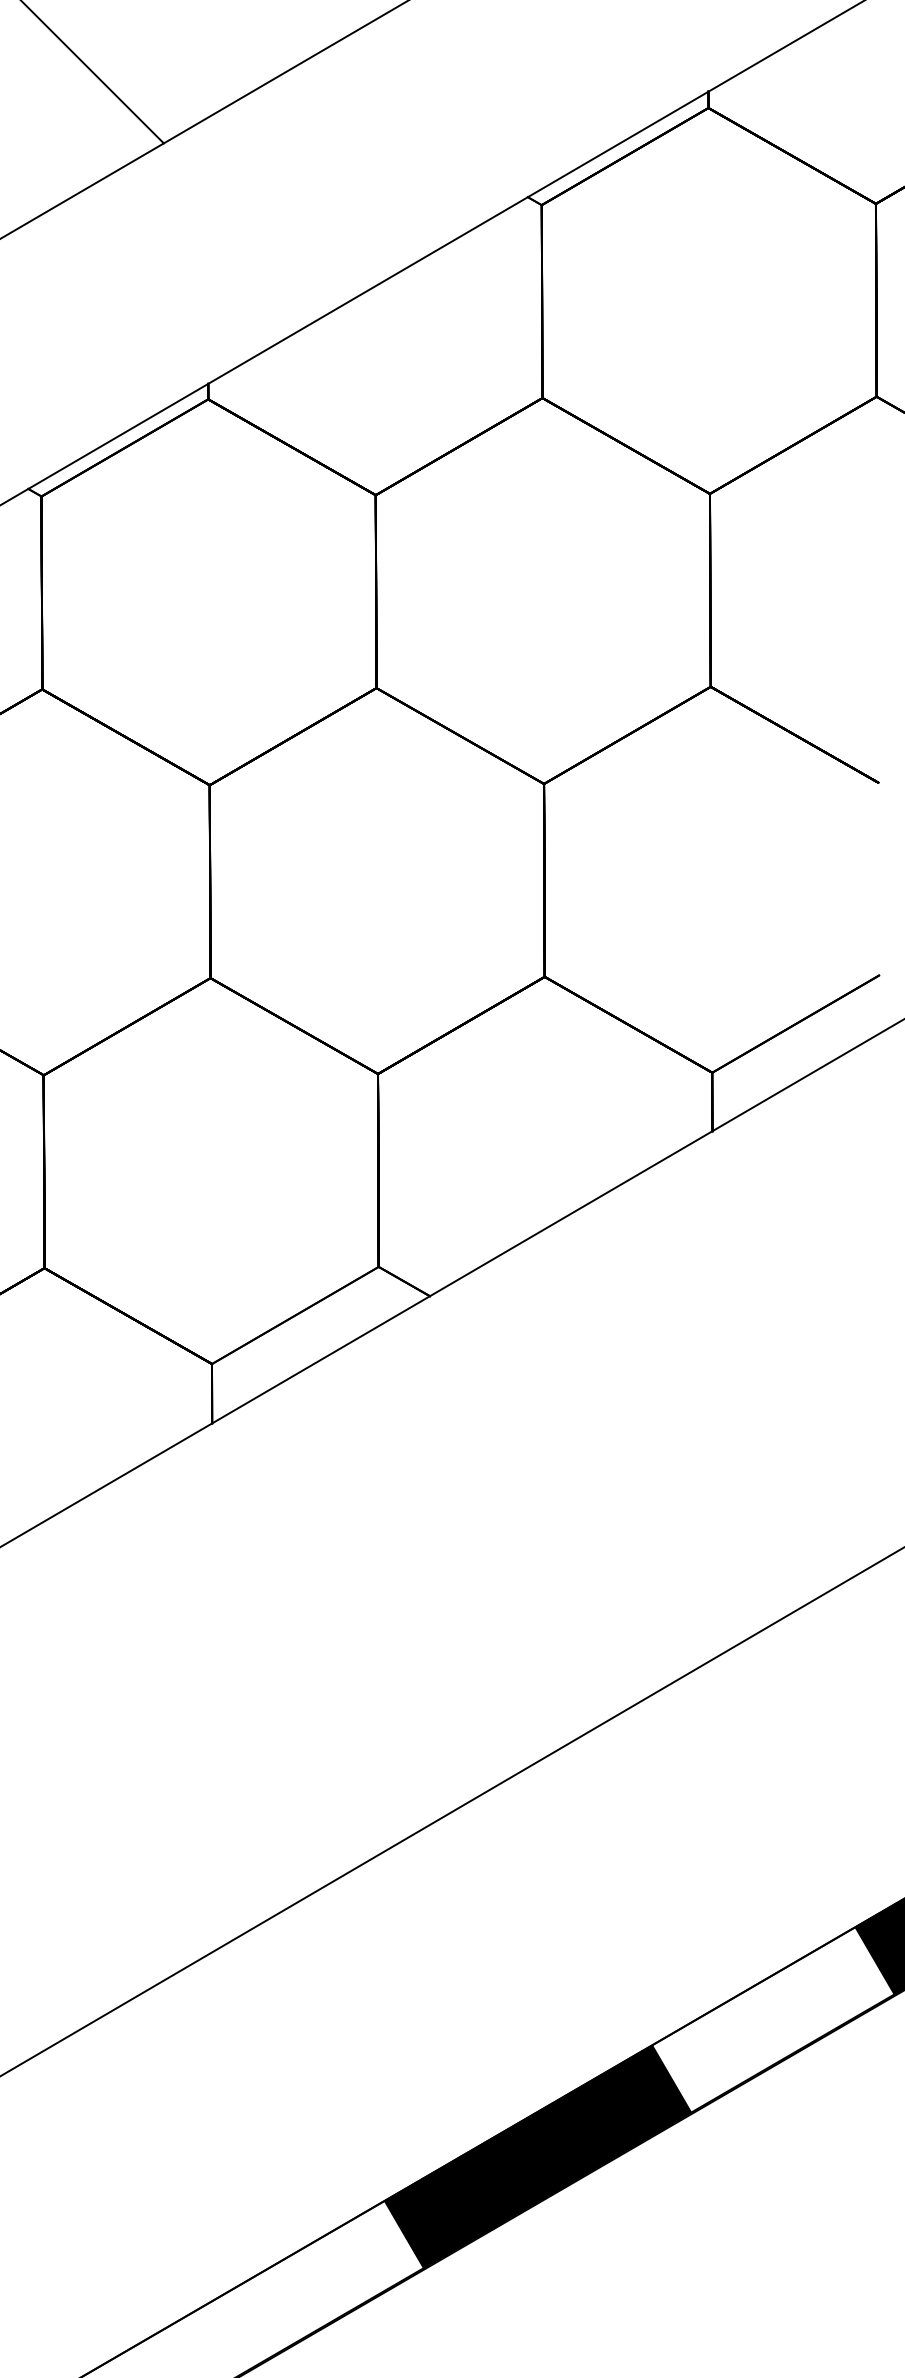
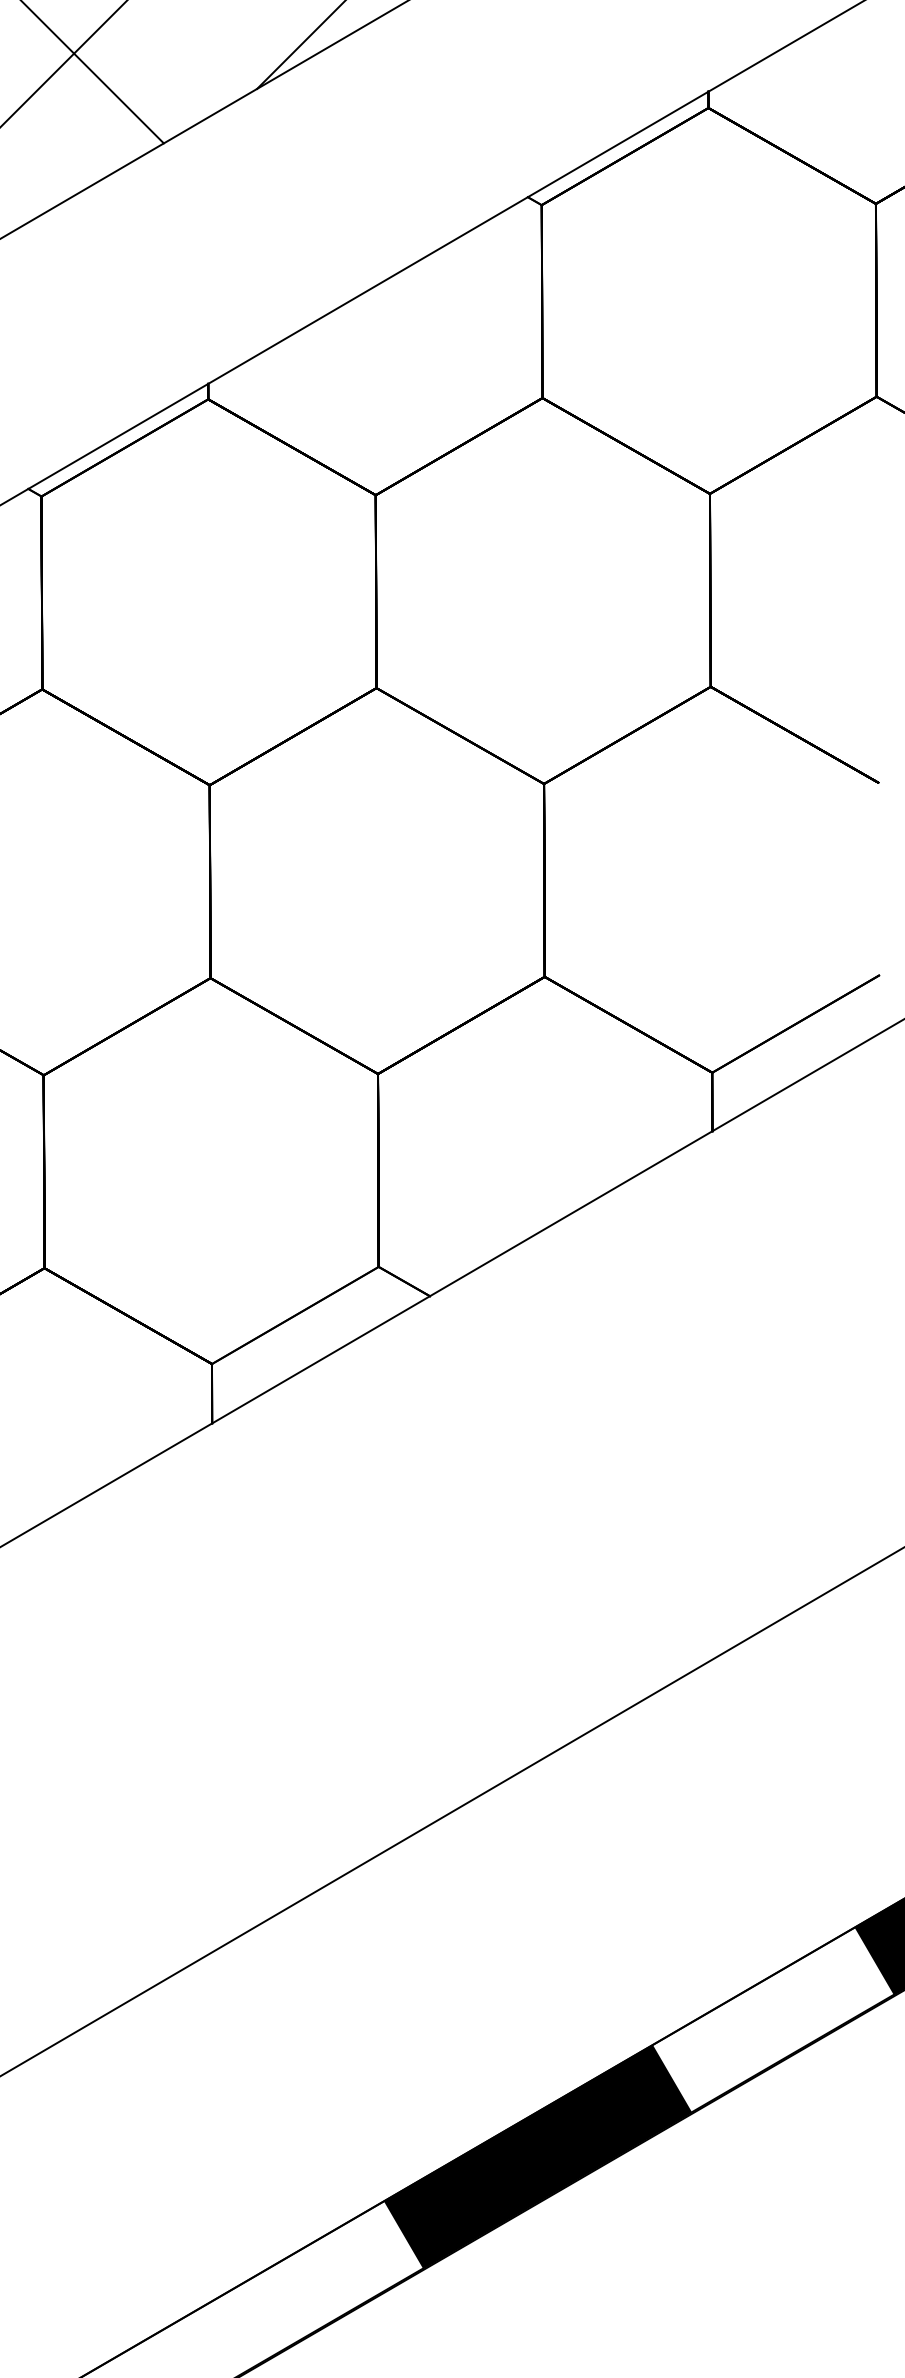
line at (300, 45): none -> present
line at (63, 63): none -> present
